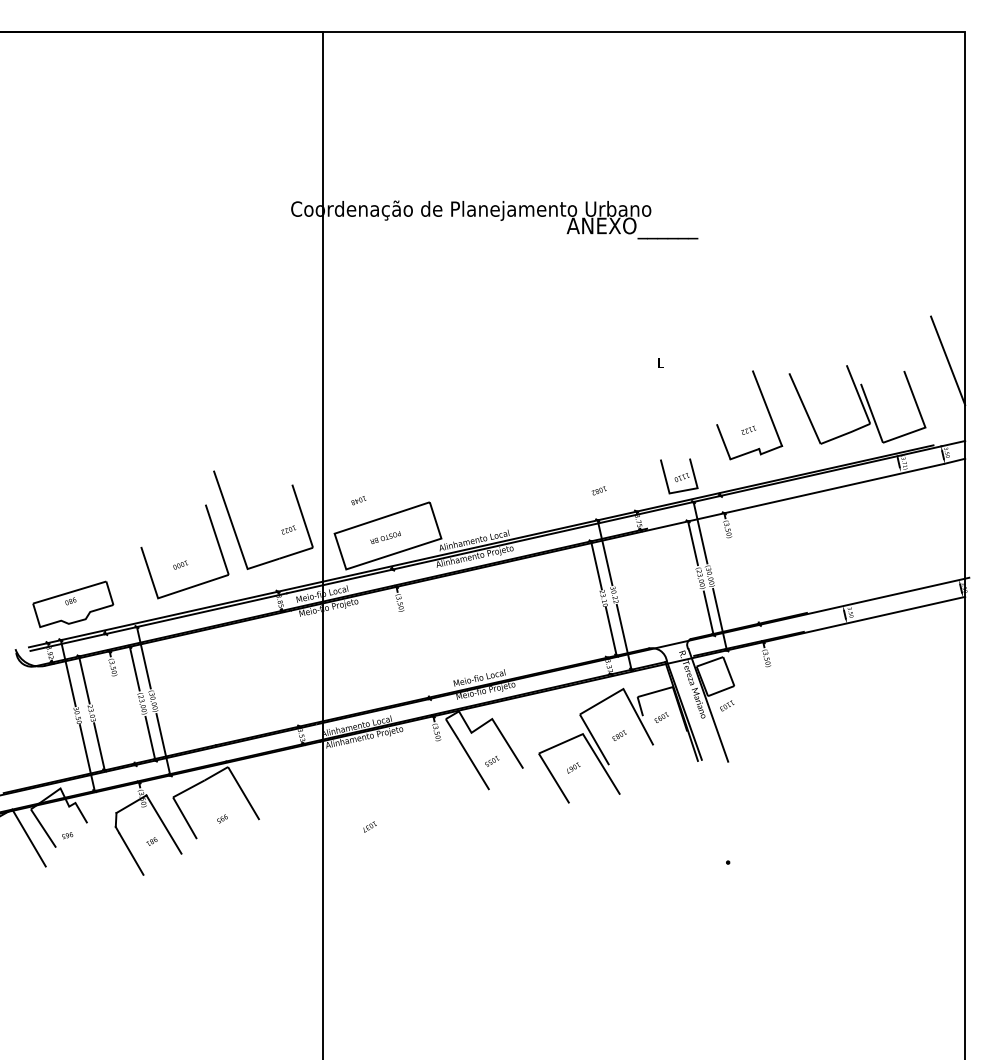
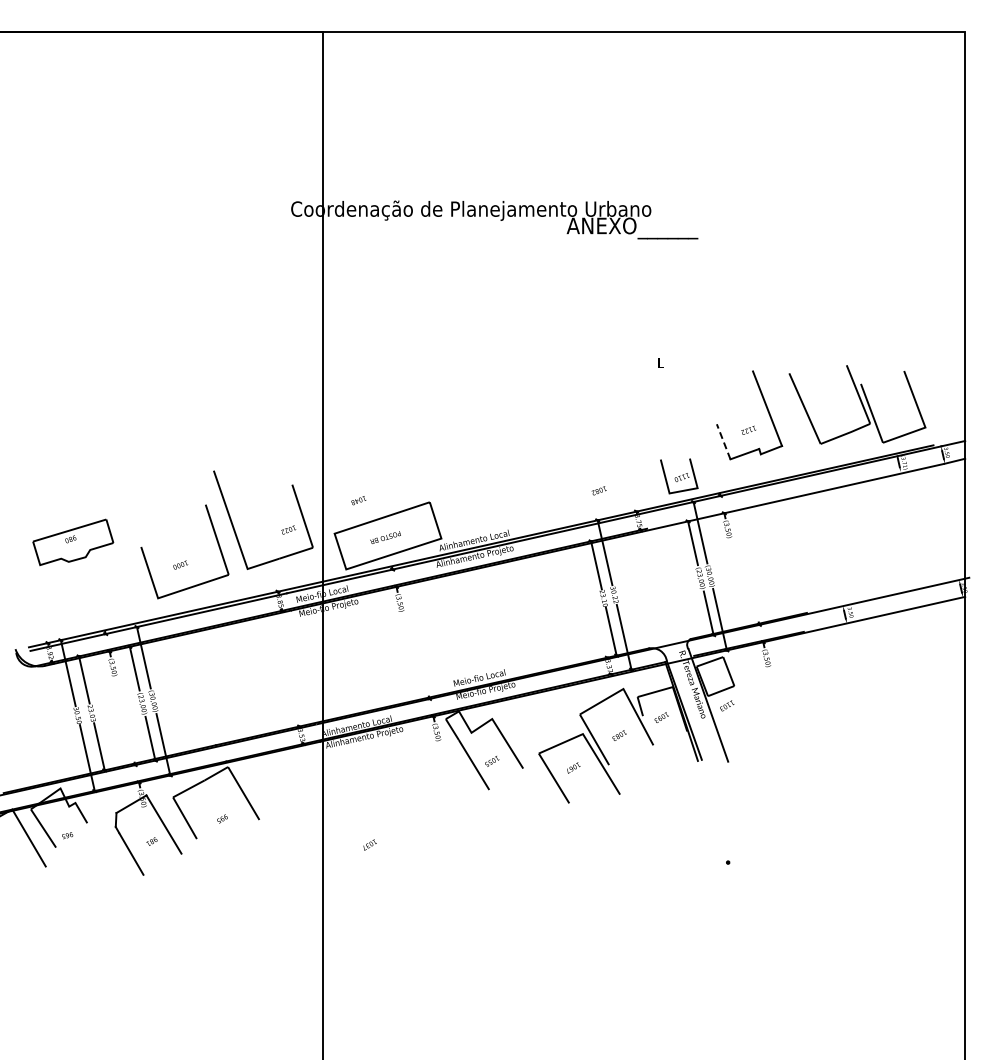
line at (948, 360): present -> none
line at (723, 441): solid -> dashed
part at (73, 604) position: (73, 604) -> (73, 542)
text at (369, 826) position: (369, 826) -> (369, 844)
